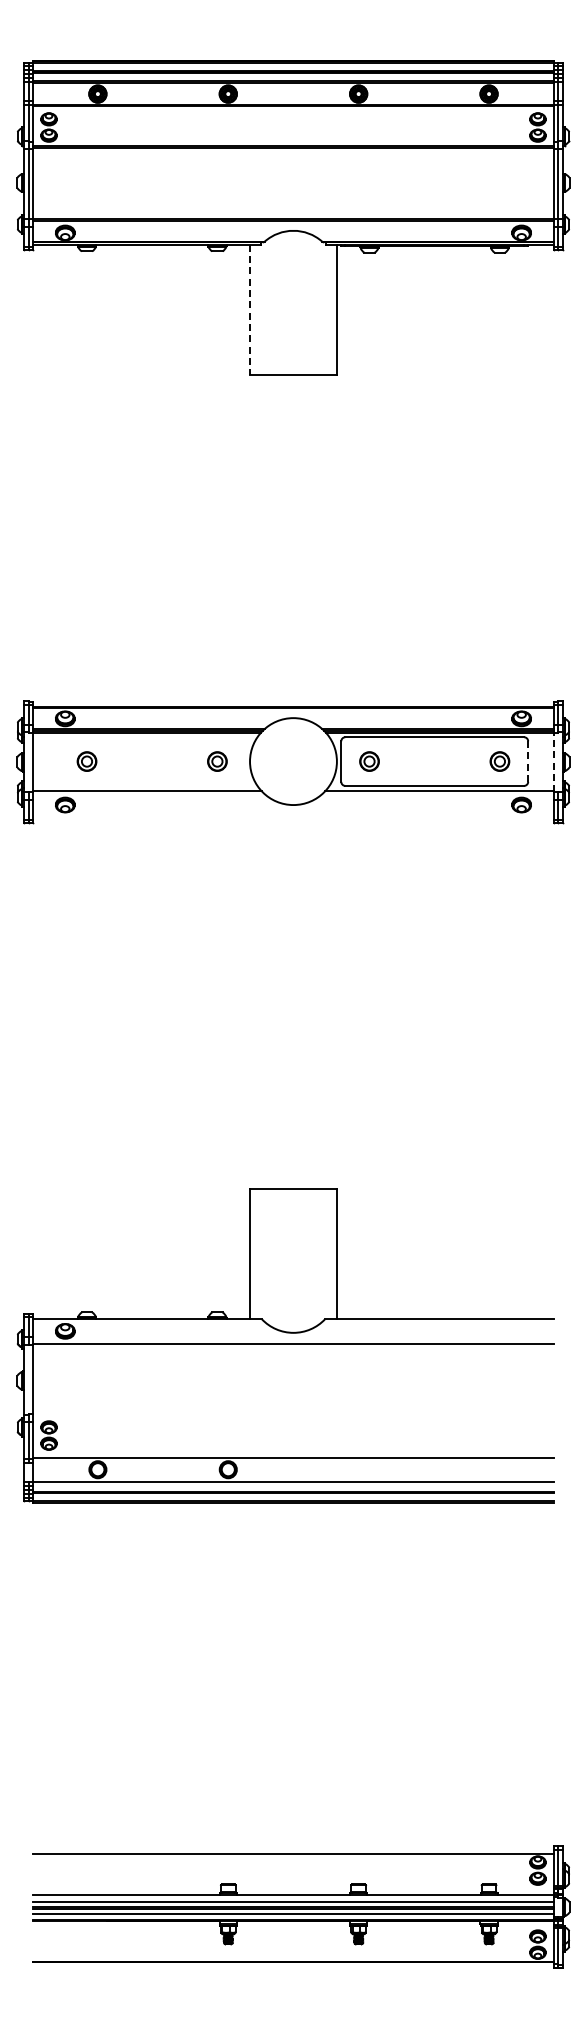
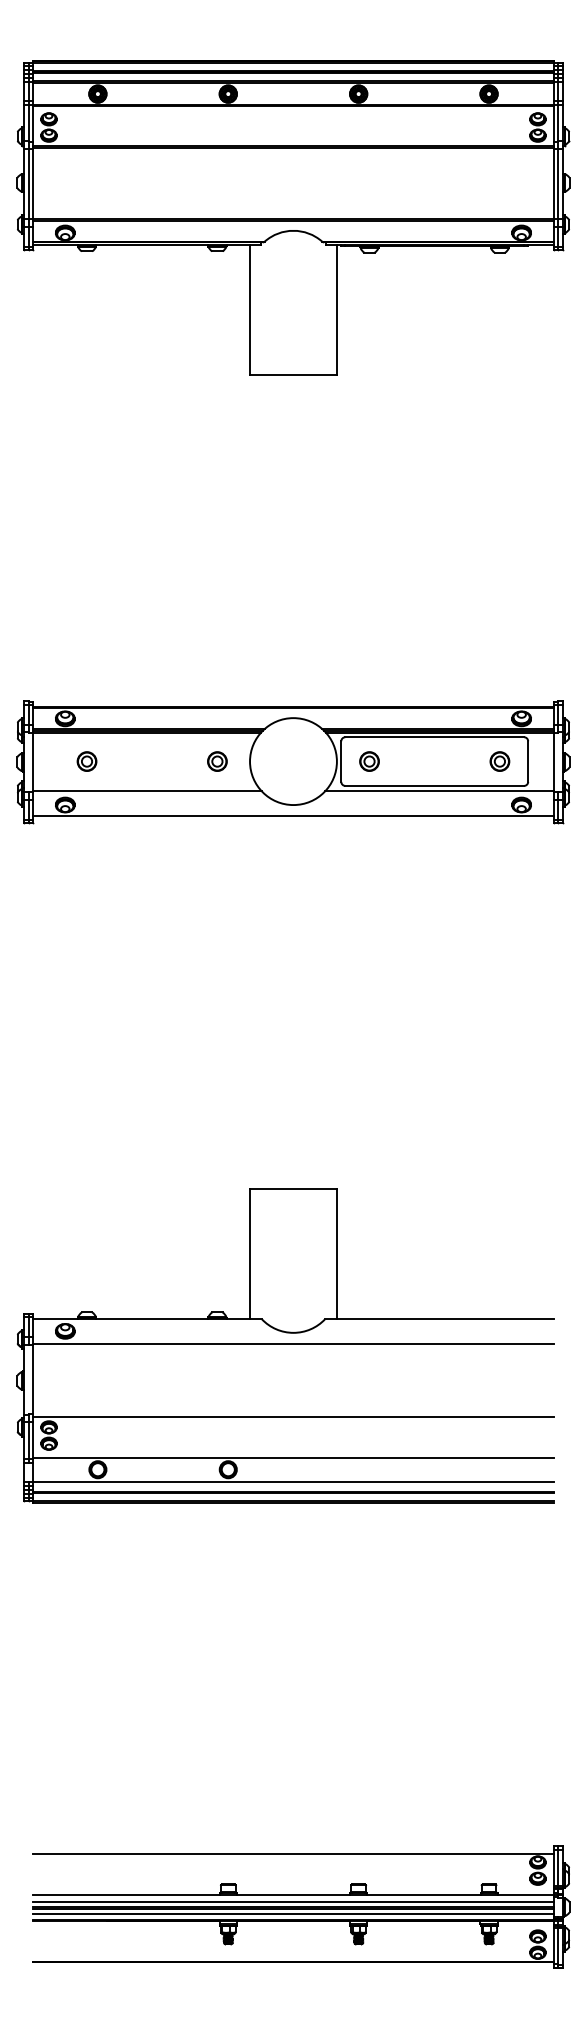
line at (250, 310): dashed -> solid
line at (528, 761): dashed -> solid
line at (554, 762): dashed -> solid
line at (293, 815): none -> present
line at (293, 1417): none -> present
